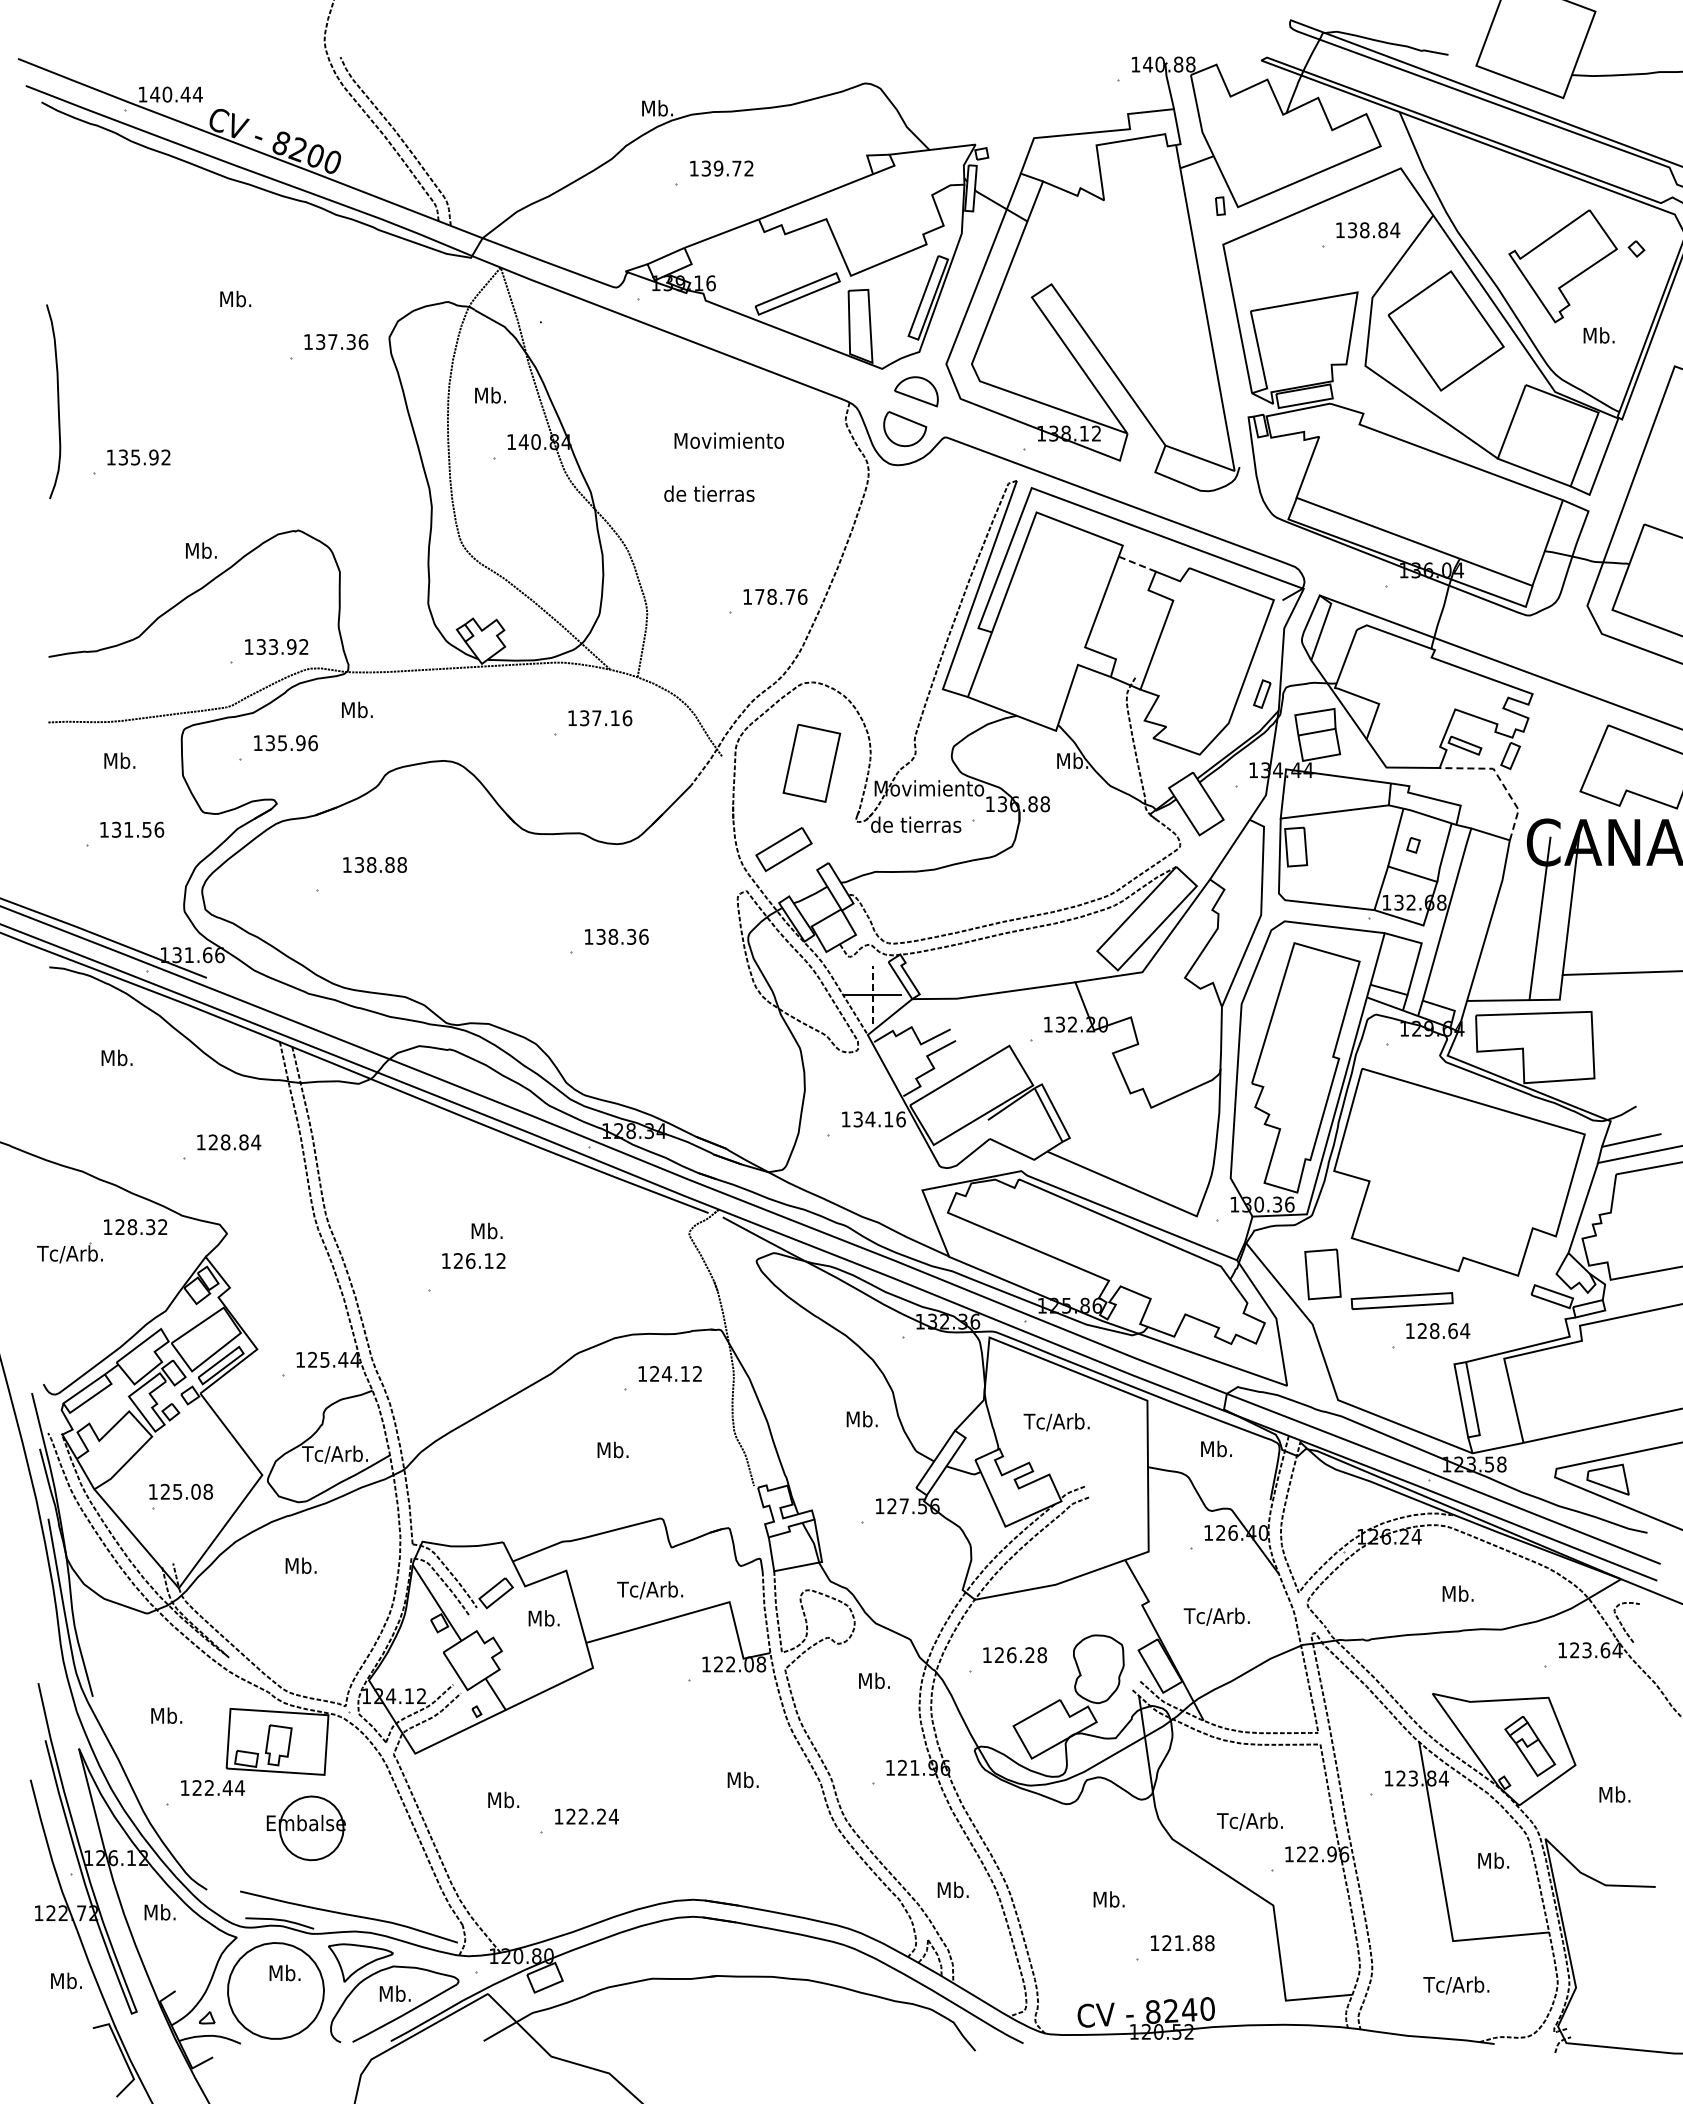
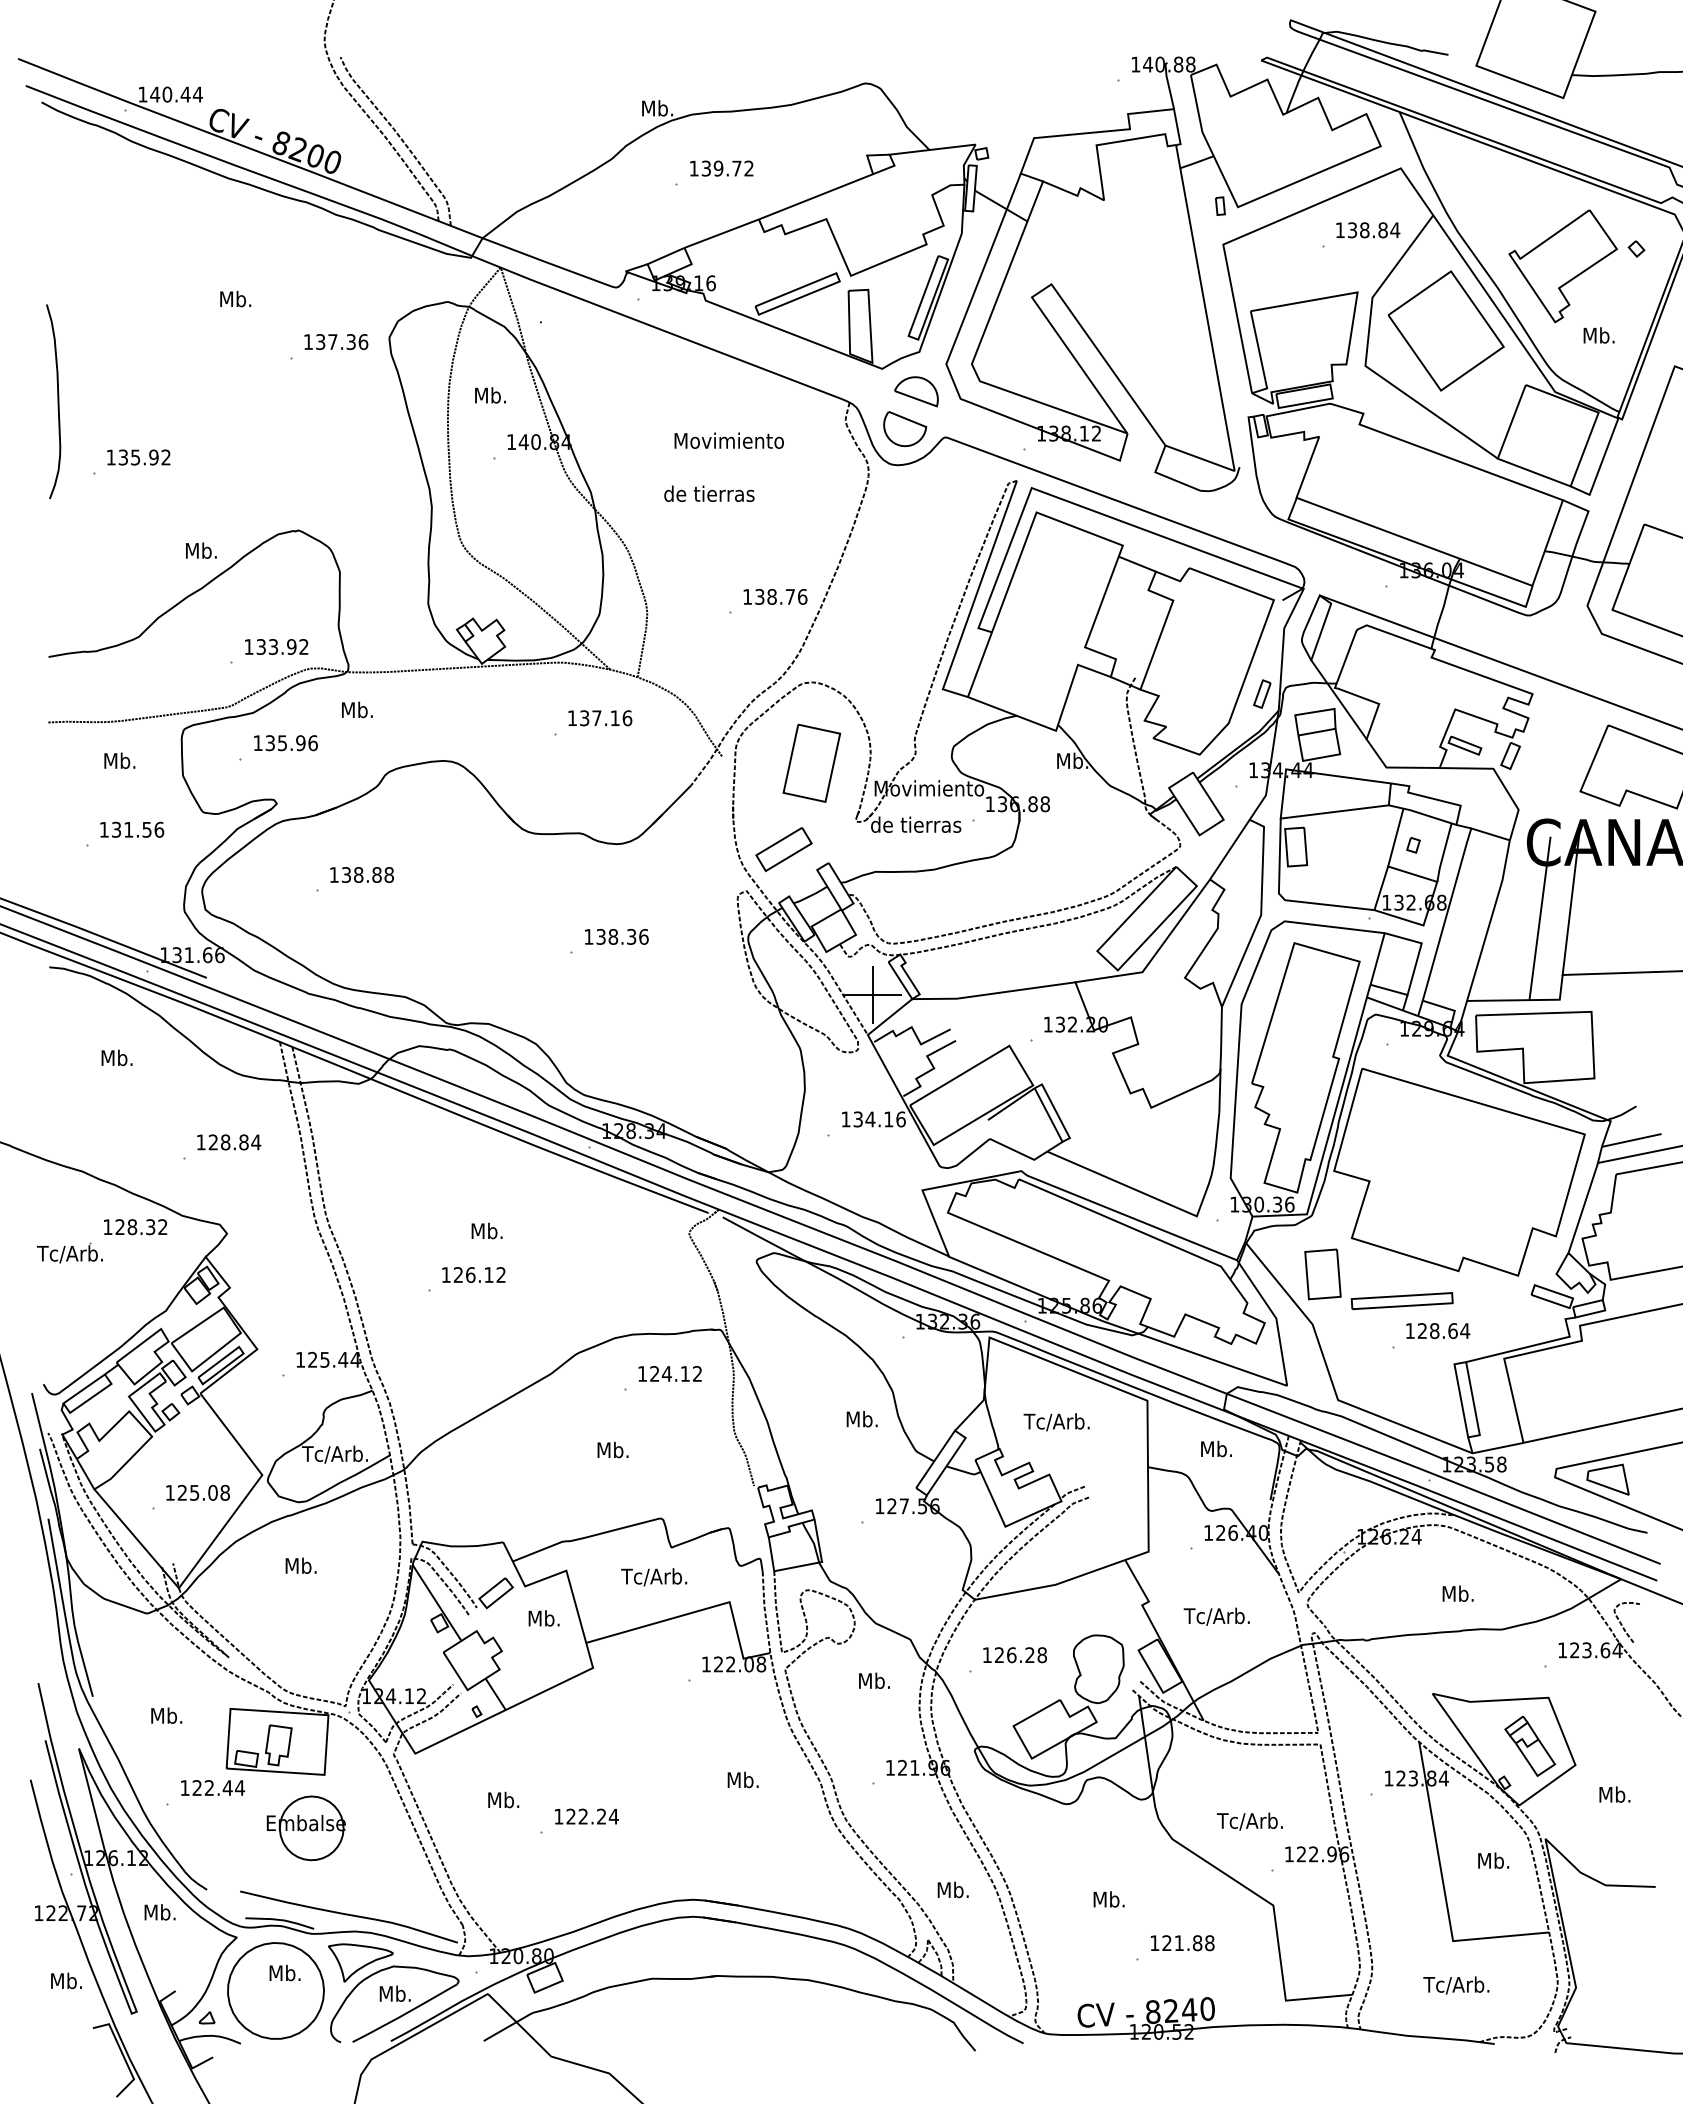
line at (1137, 564): dashed -> solid
text at (759, 596): 178.76 -> 138.76
line at (1500, 779): dashed -> solid
text at (374, 864) position: (374, 864) -> (361, 874)
line at (872, 994): dashed -> solid
text at (473, 1260) position: (473, 1260) -> (473, 1274)
text at (180, 1491) position: (180, 1491) -> (197, 1492)
text at (650, 1590) position: (650, 1590) -> (654, 1577)
